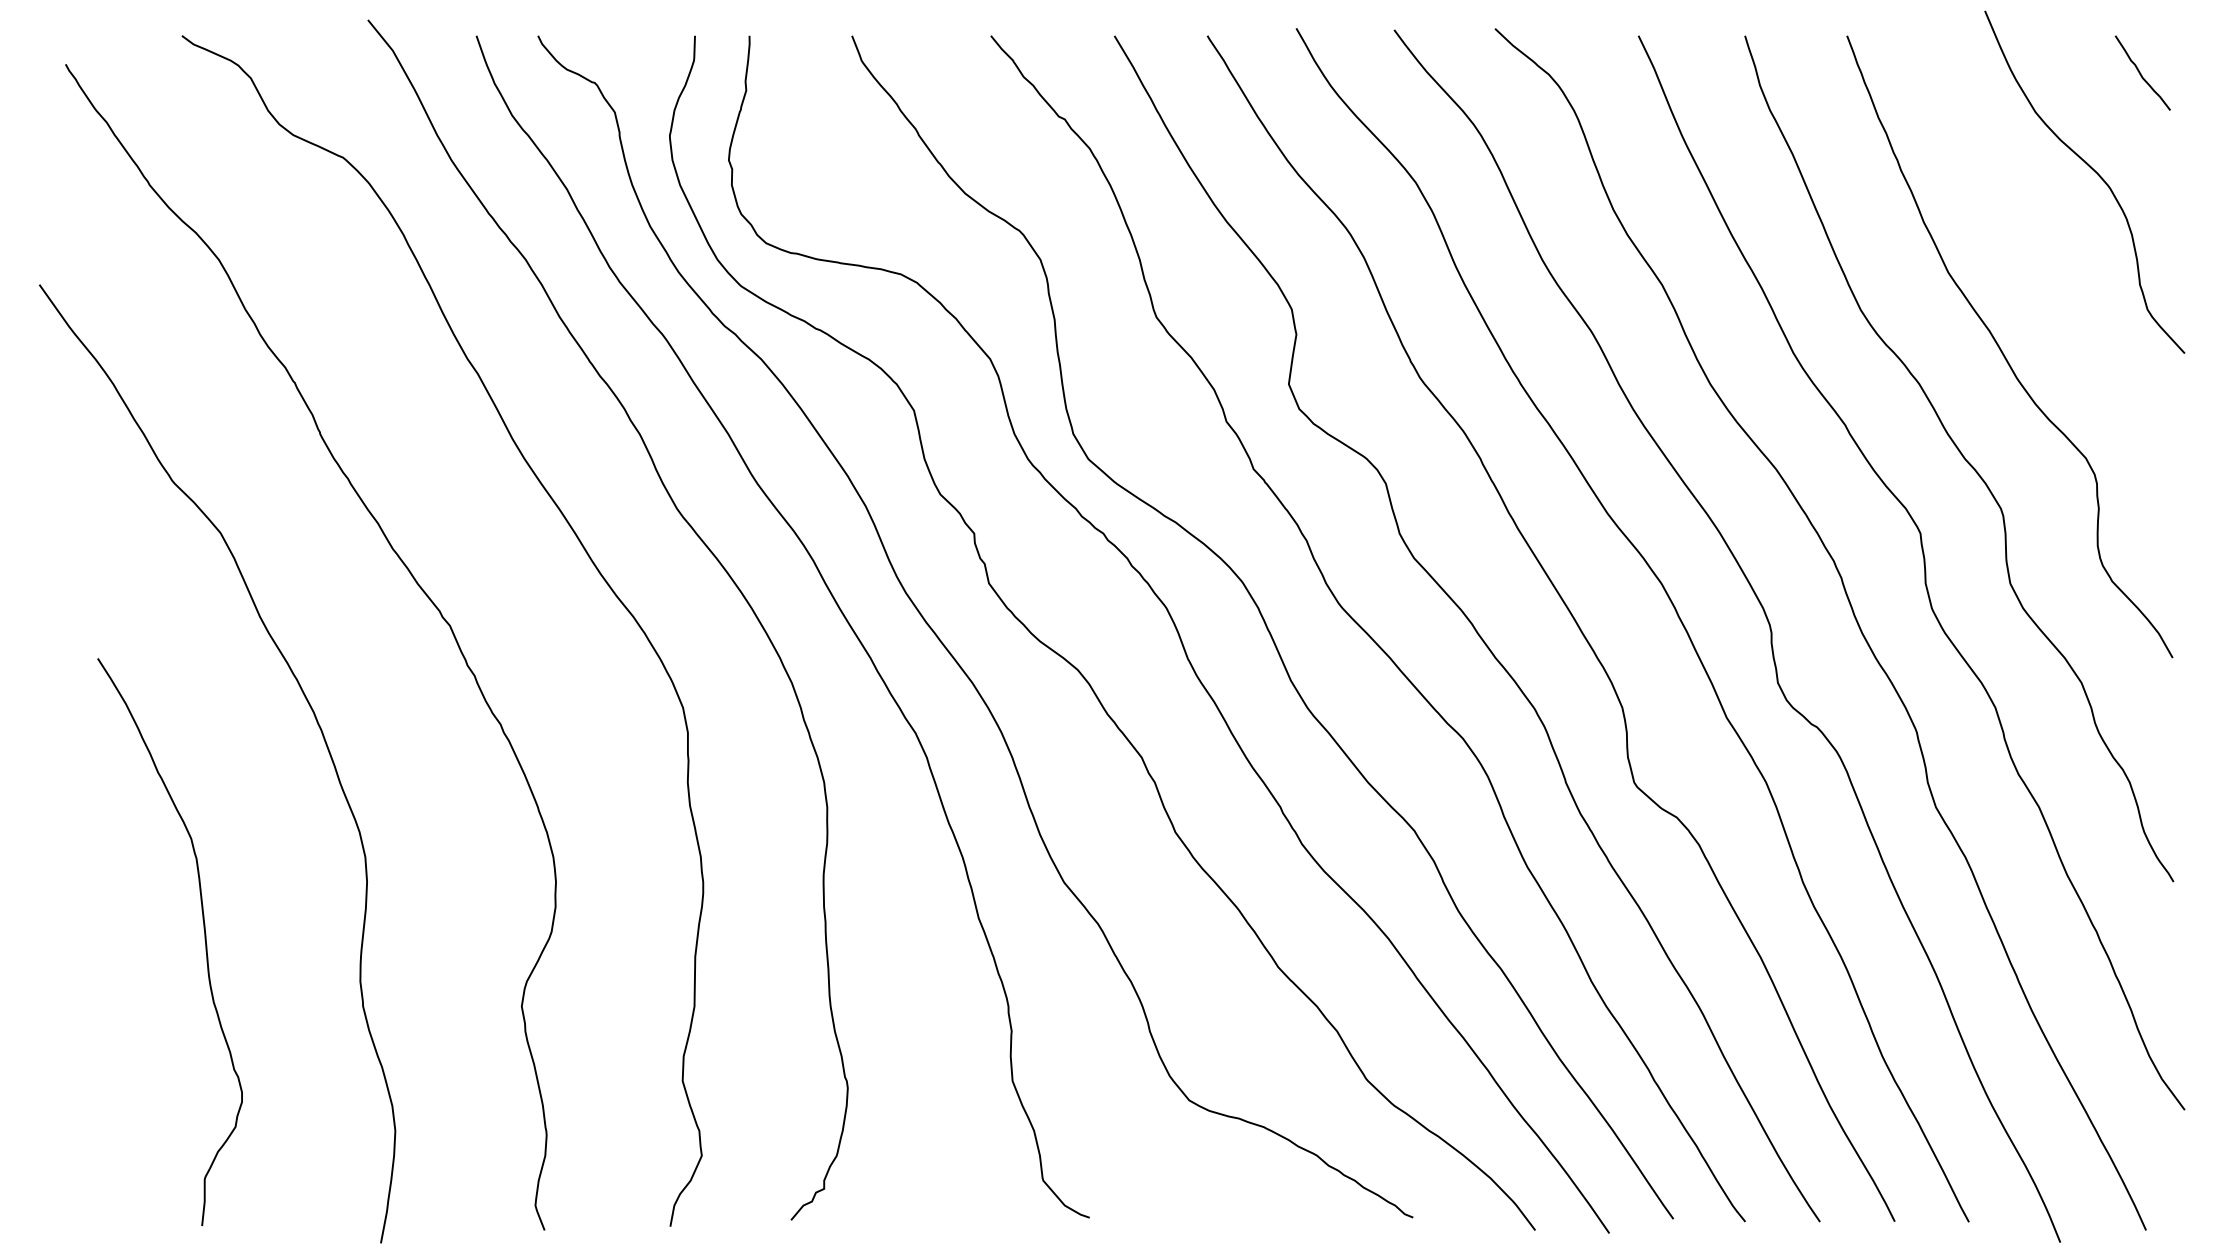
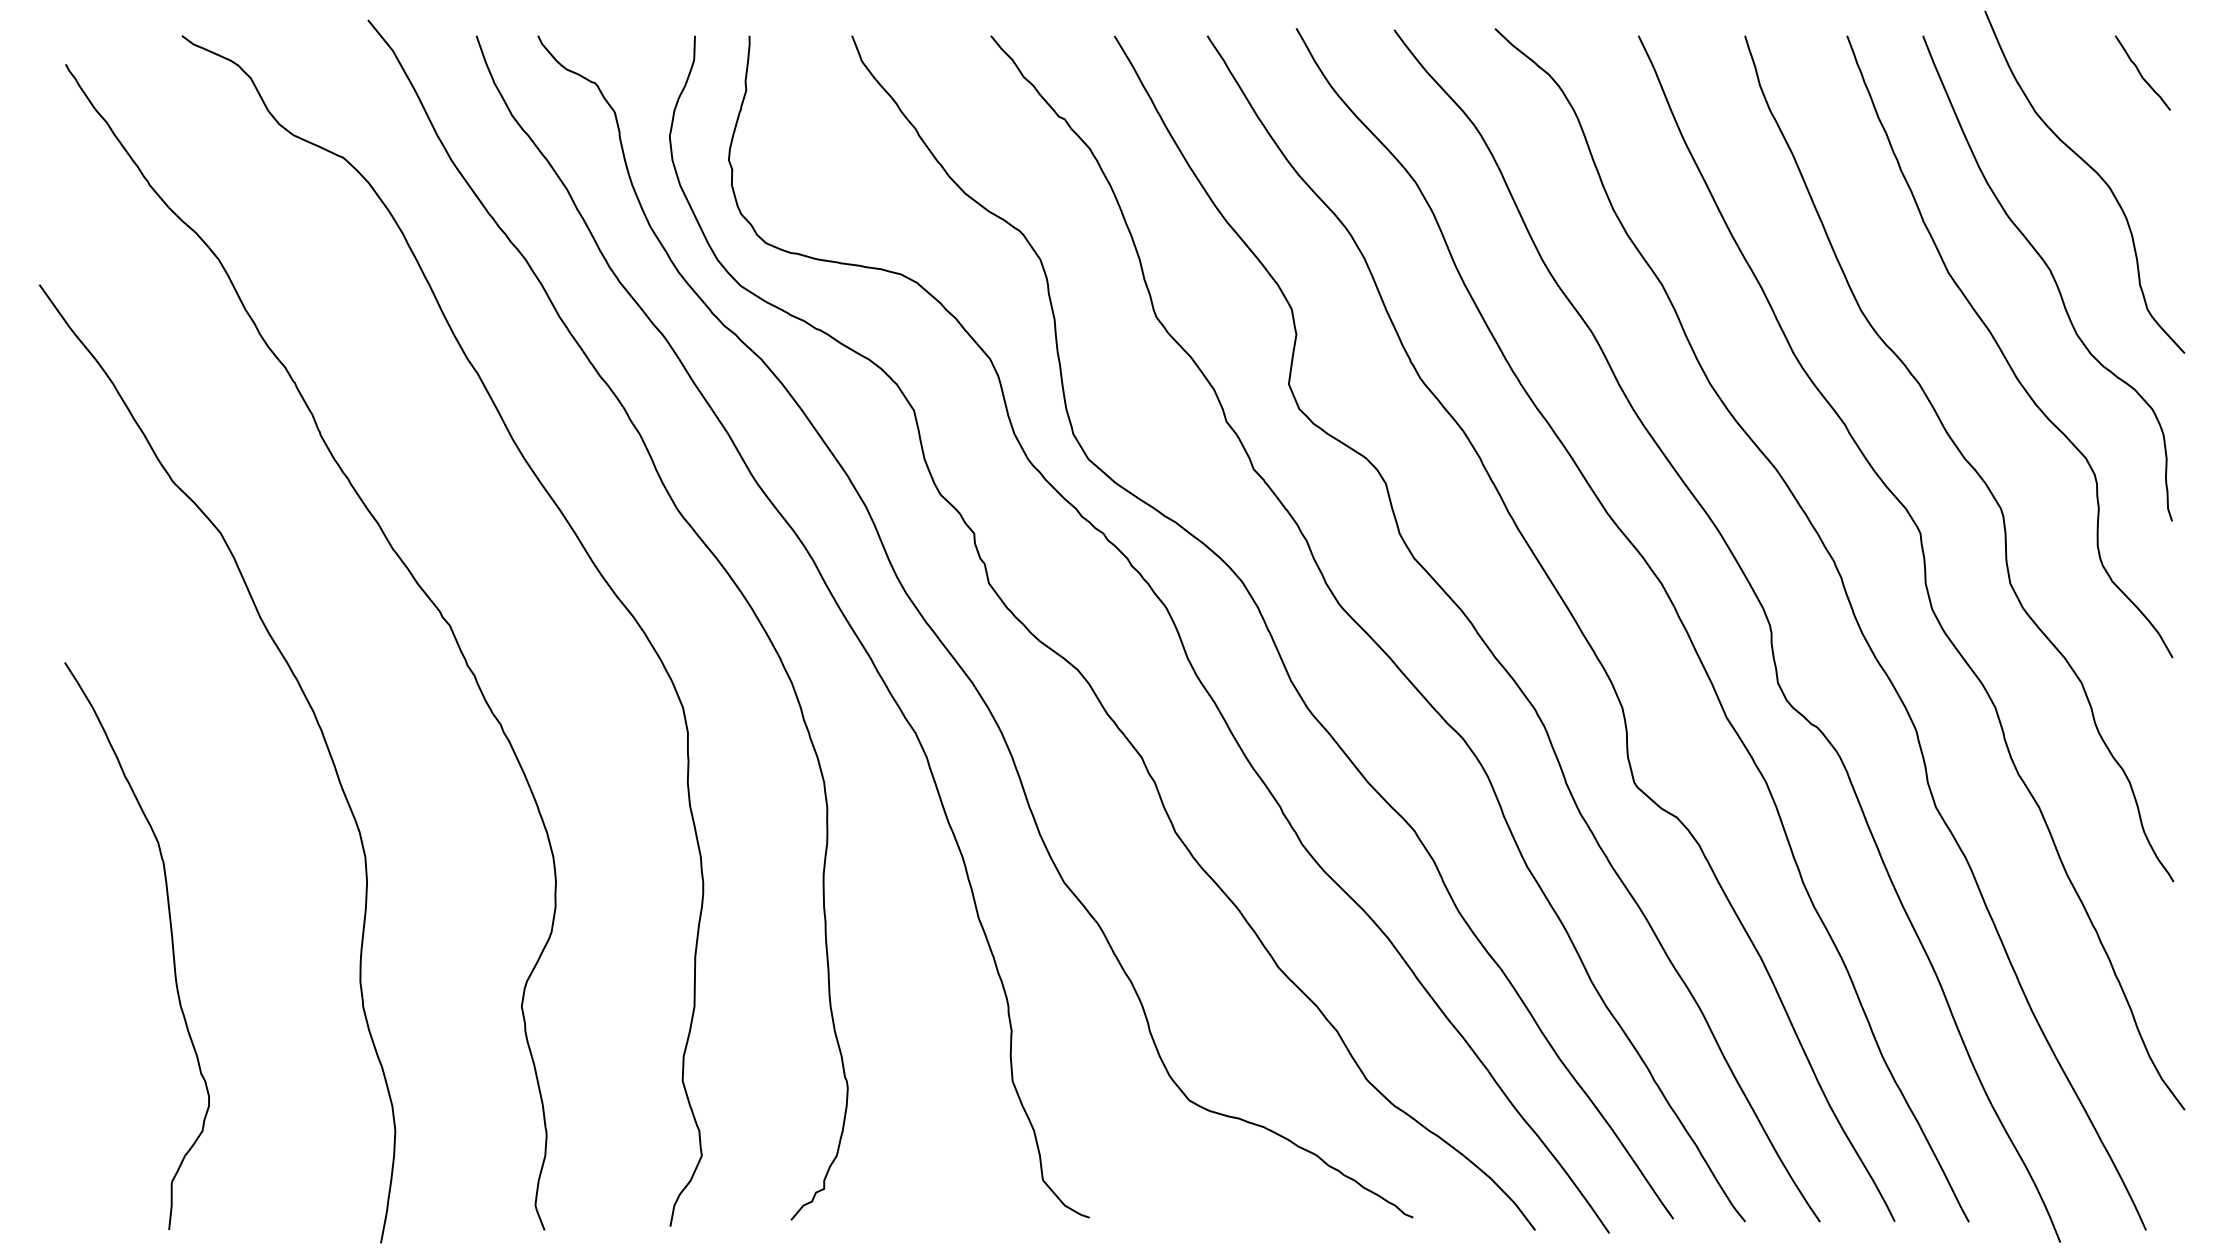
curve at (2051, 275): none -> present
curve at (204, 940) position: (204, 940) -> (171, 944)
